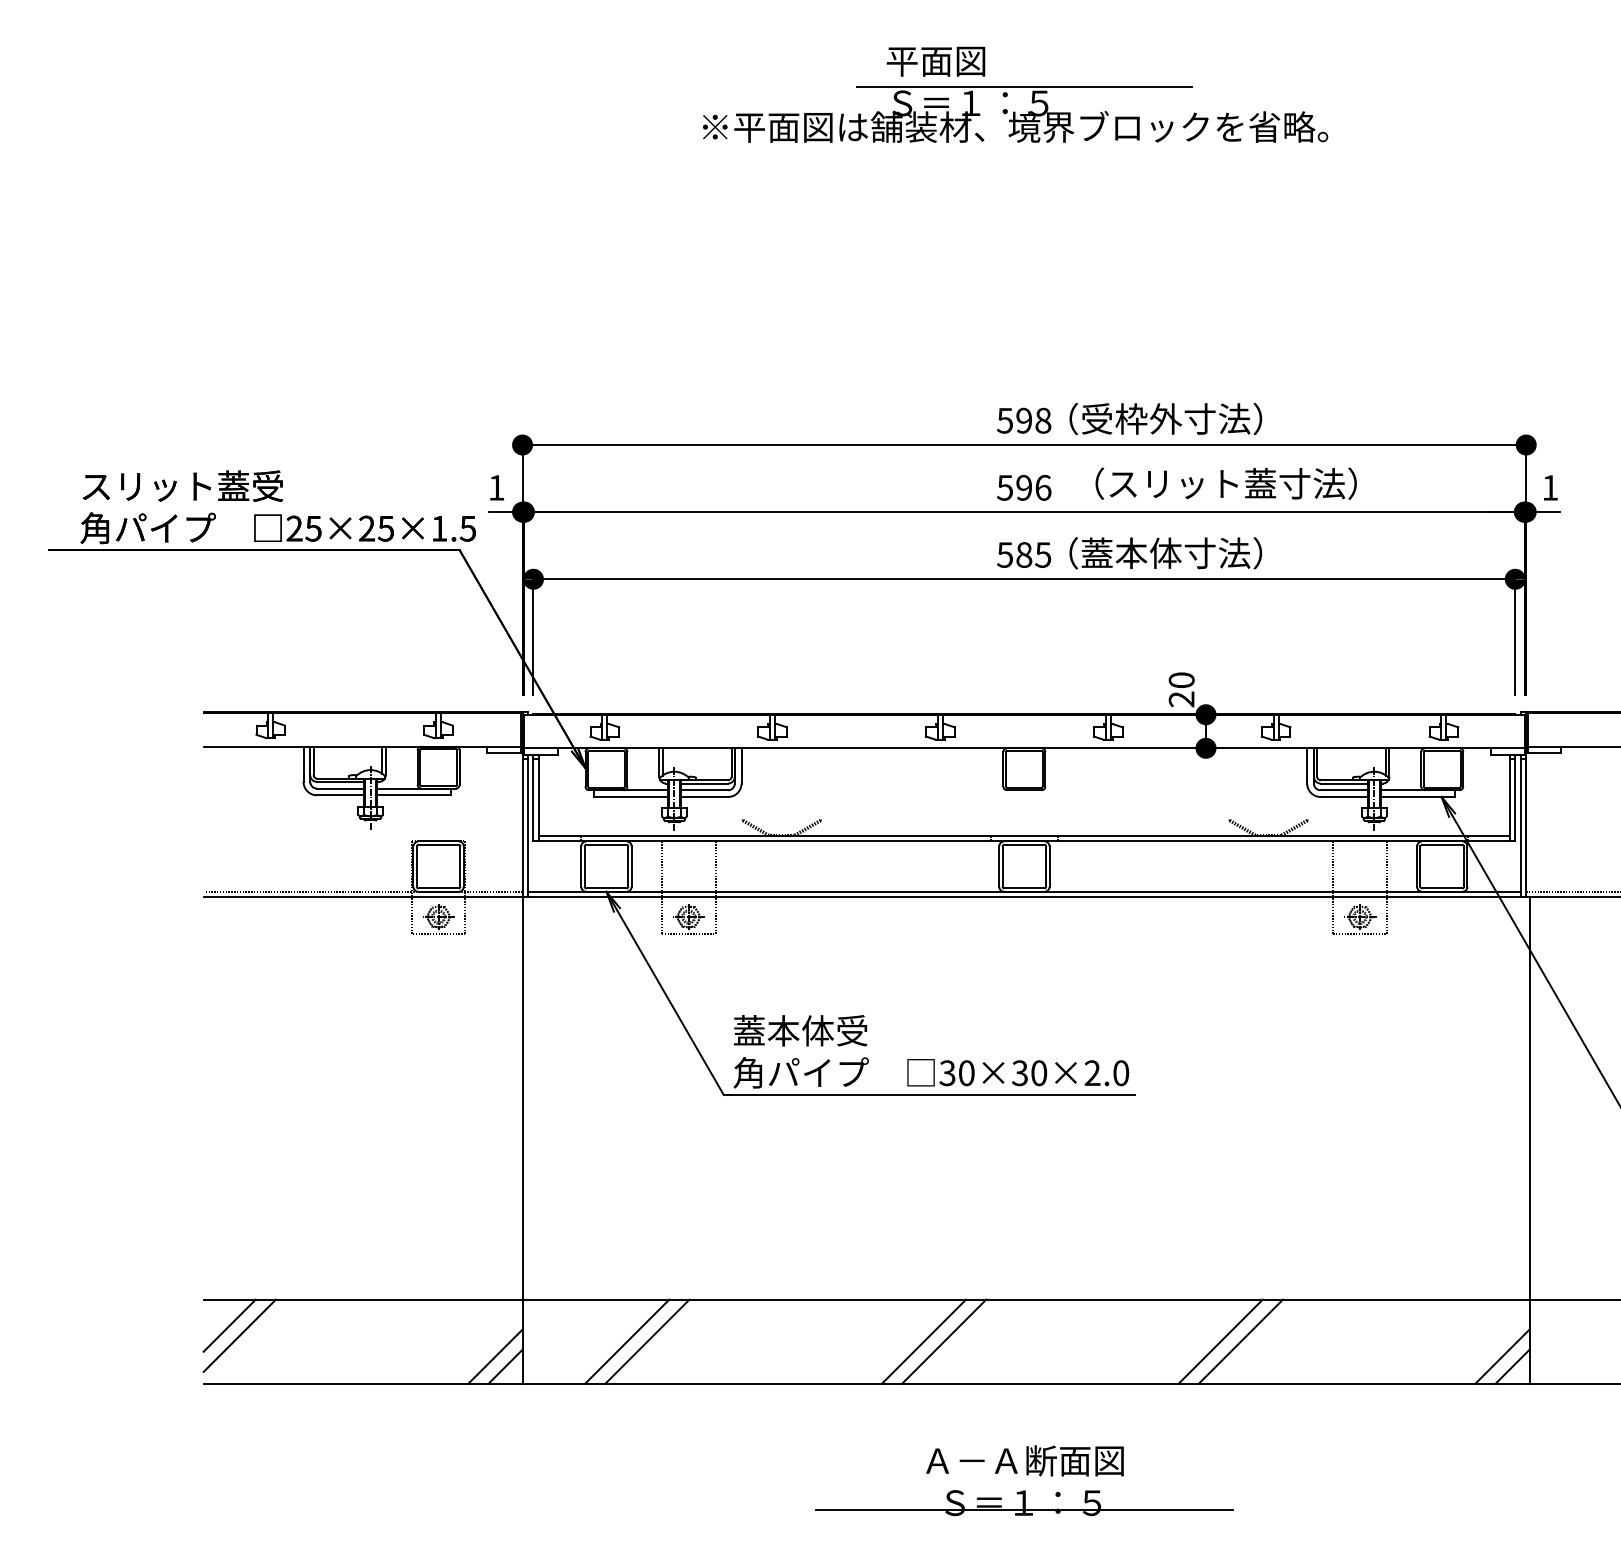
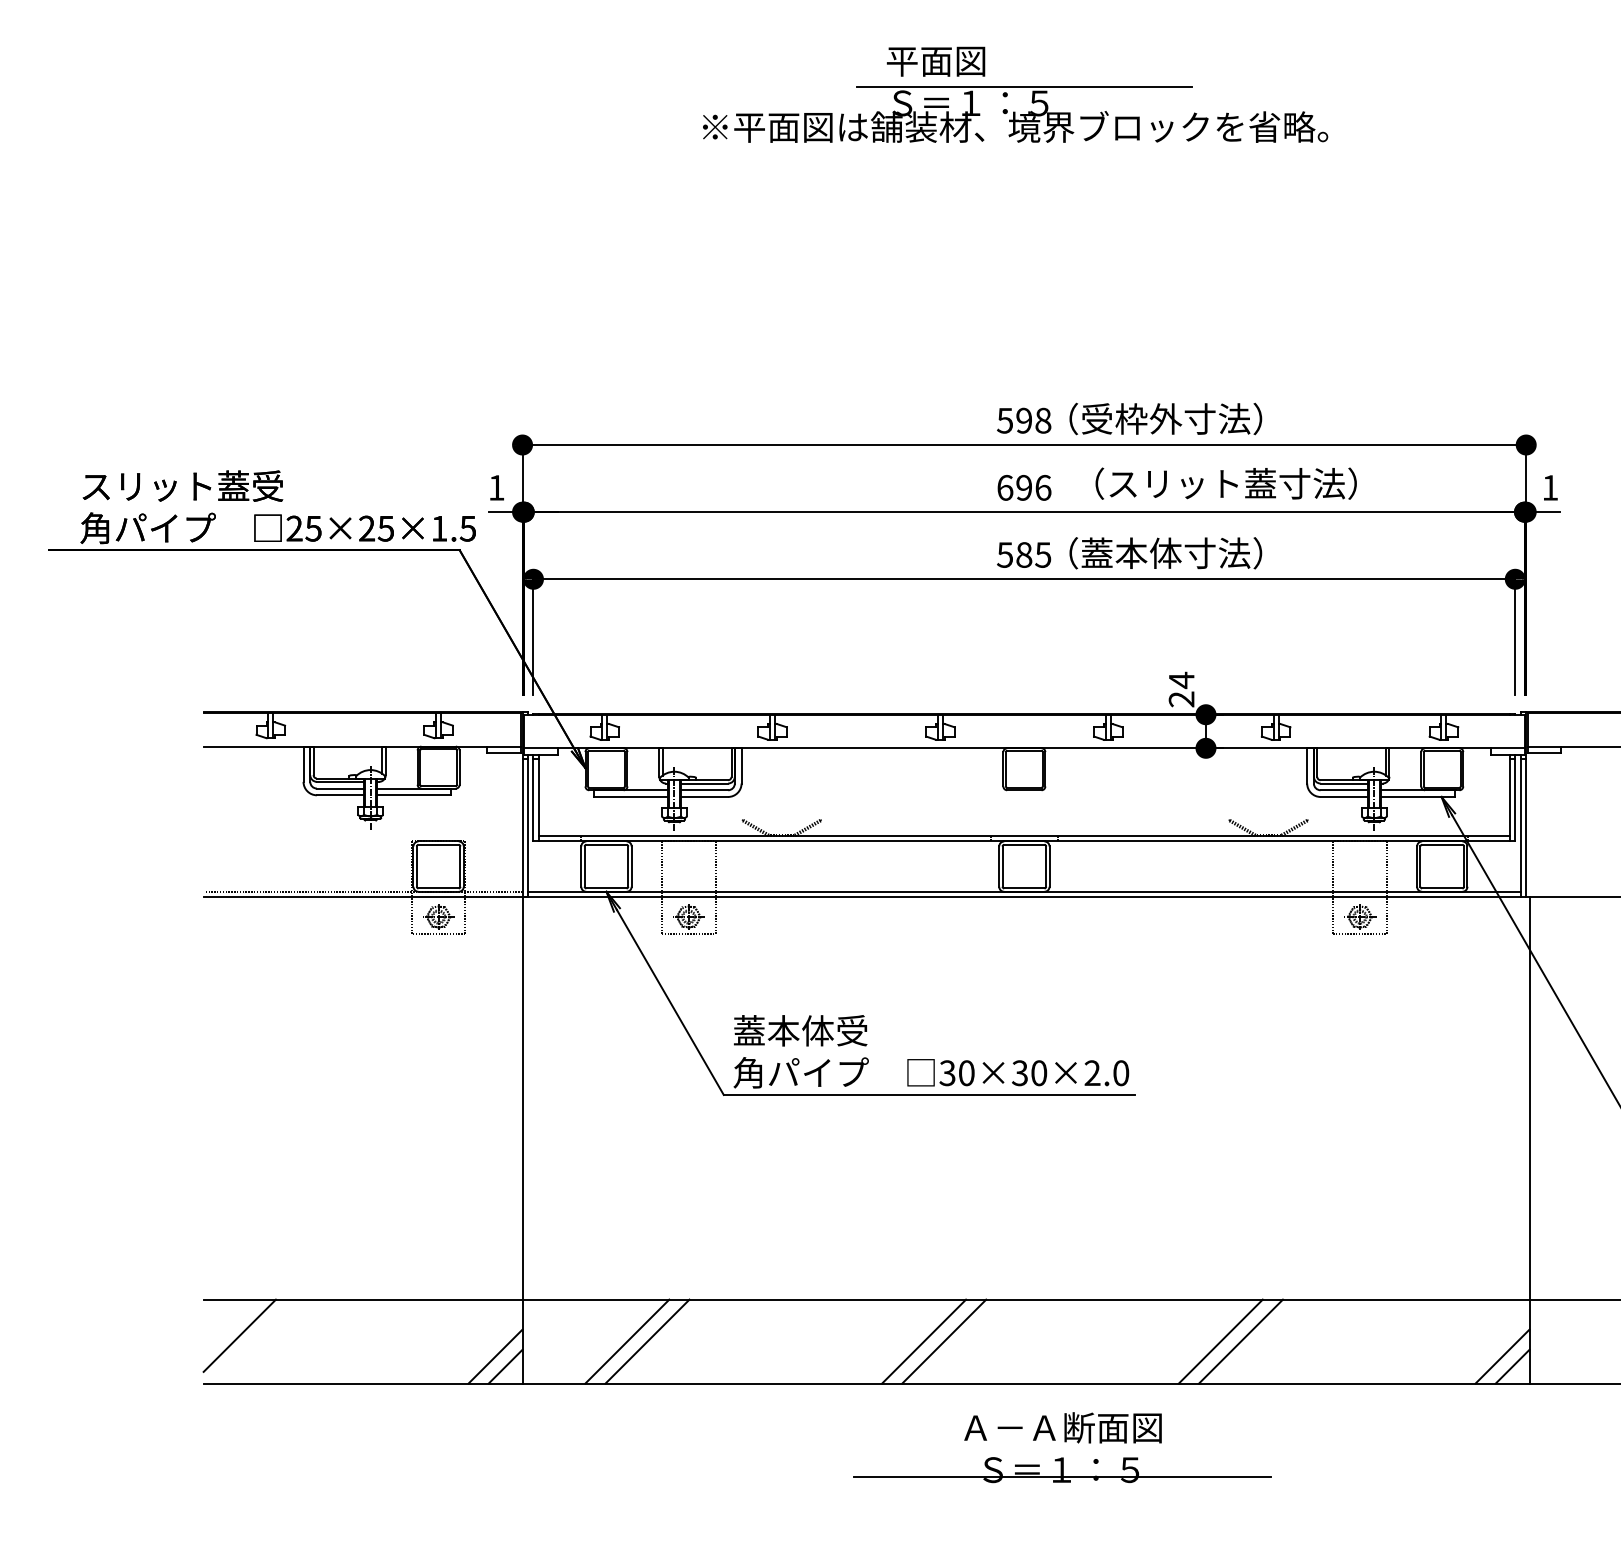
text at (1005, 487): 596 -> 696
text at (1181, 680): 20 -> 24
line at (1571, 891): present -> none
line at (229, 1325): present -> none
part at (1024, 1480) position: (1024, 1480) -> (1062, 1447)
